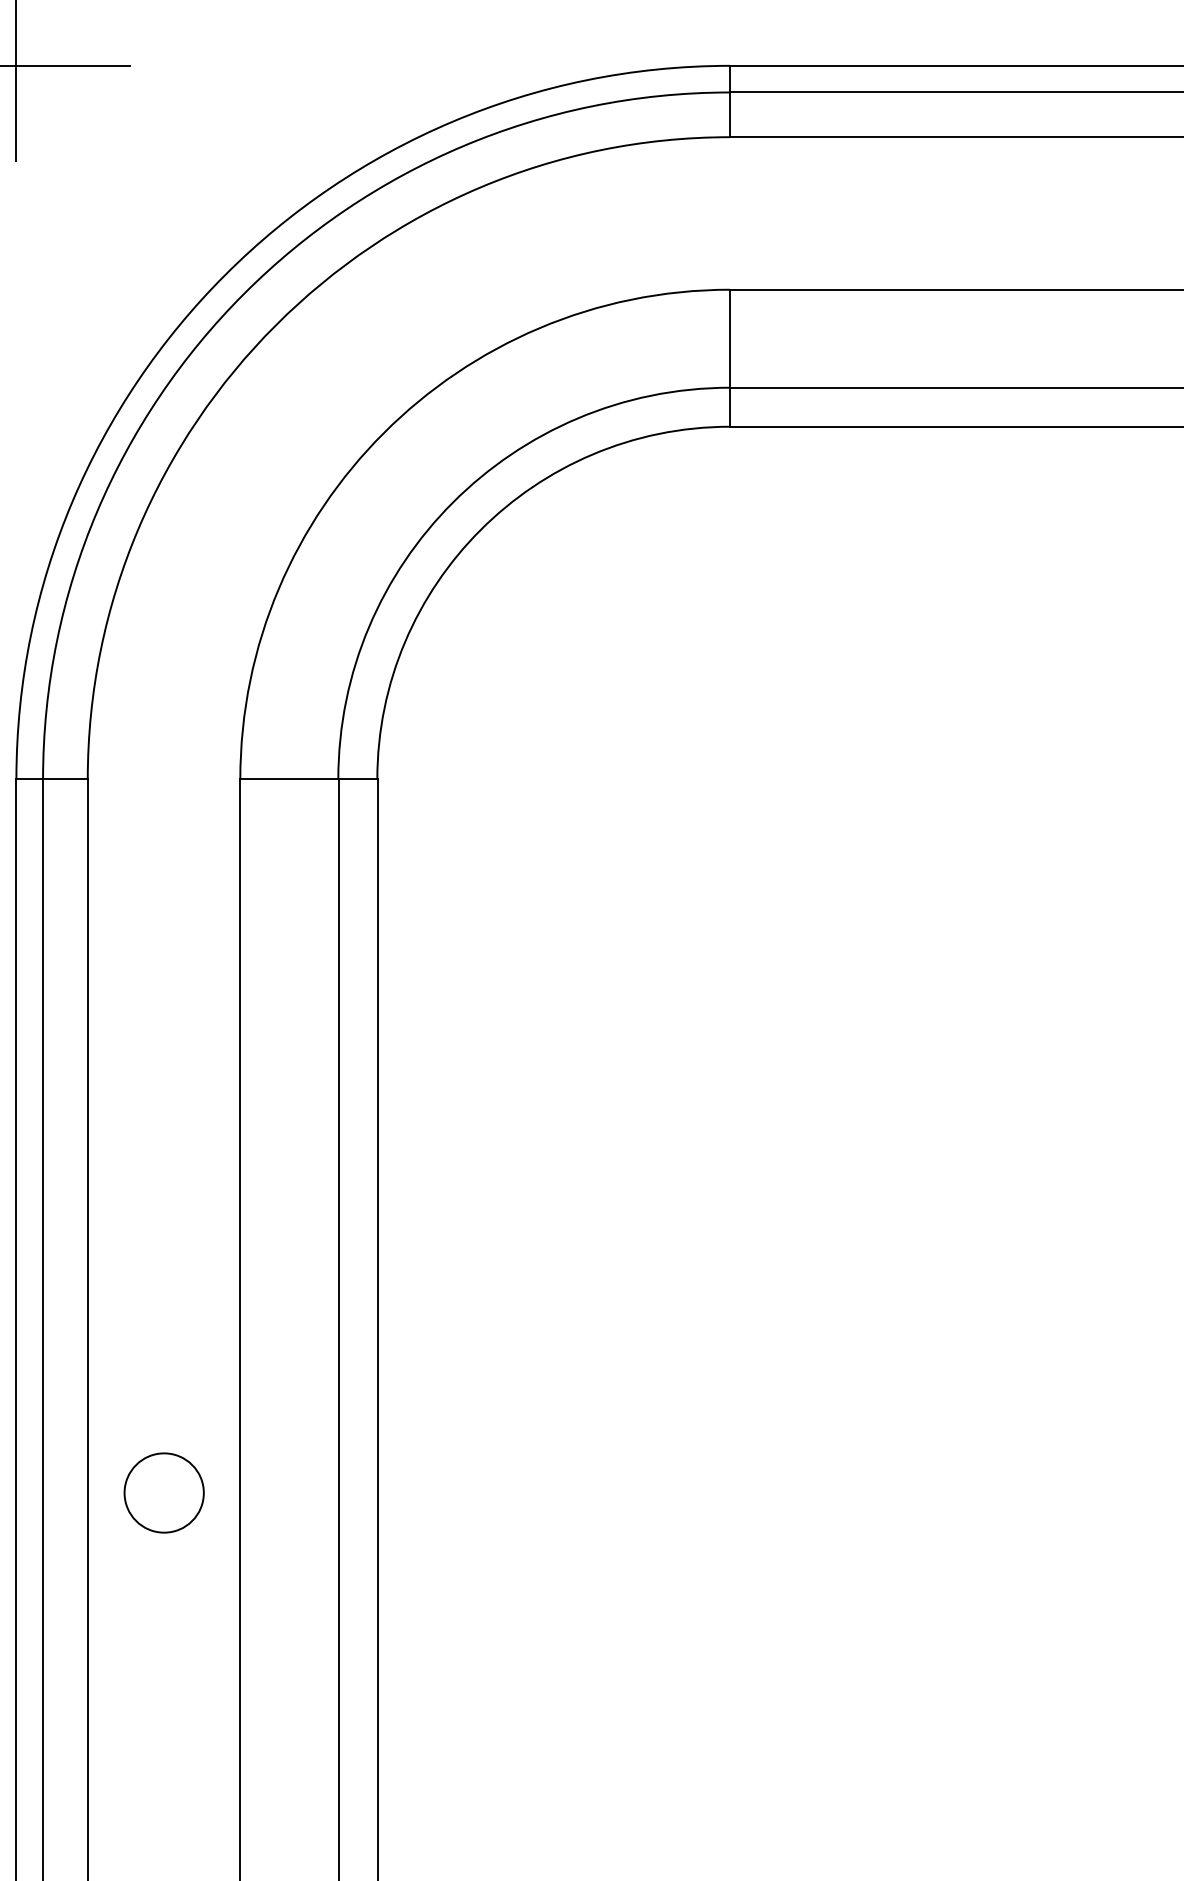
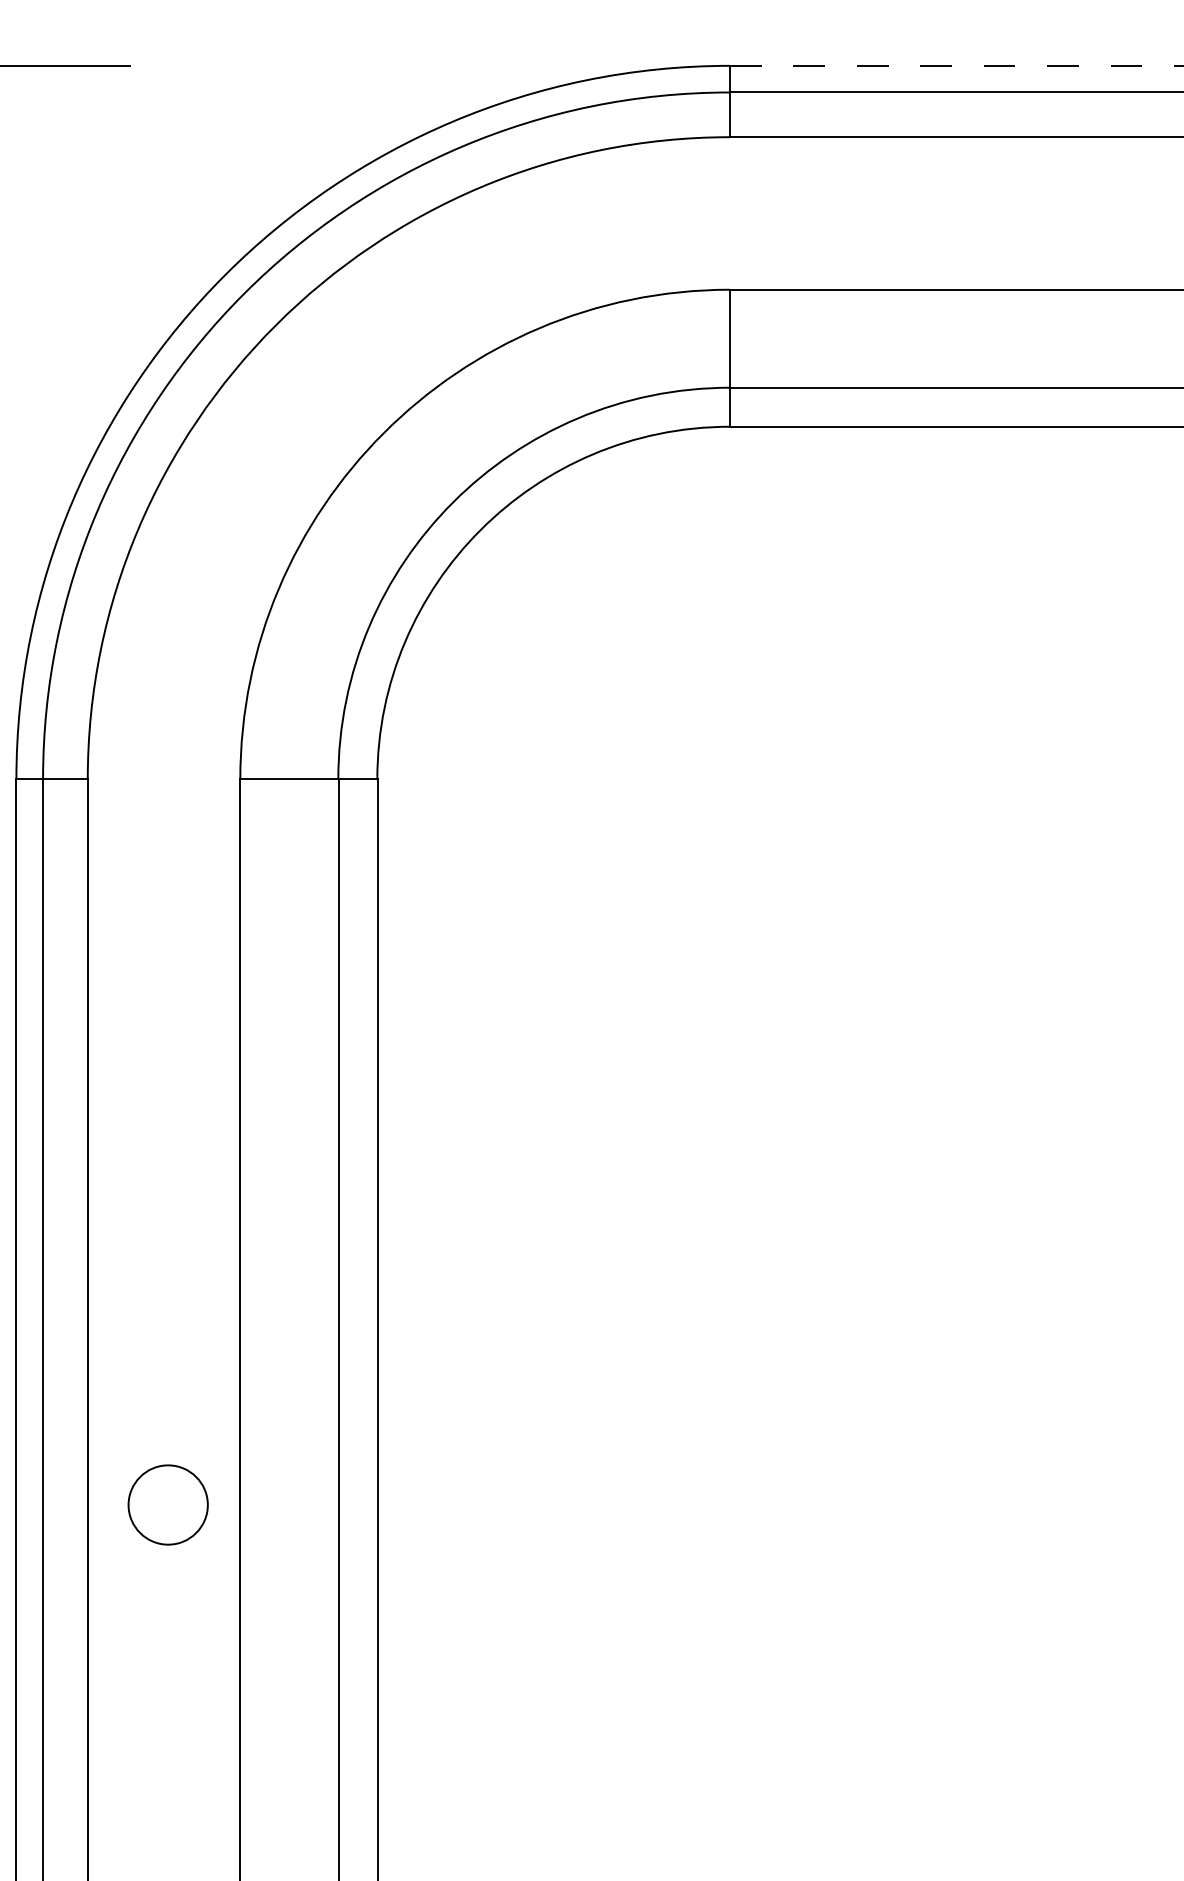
line at (956, 65): solid -> dashed
line at (16, 81): present -> none
circle at (163, 1492) position: (163, 1492) -> (167, 1504)
